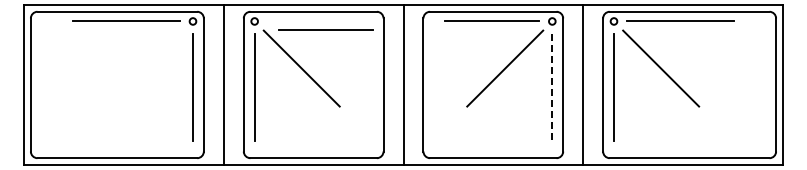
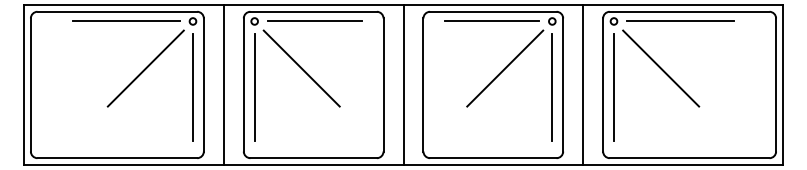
line at (325, 29) position: (325, 29) -> (314, 20)
line at (145, 68): none -> present
line at (552, 88): dashed -> solid
